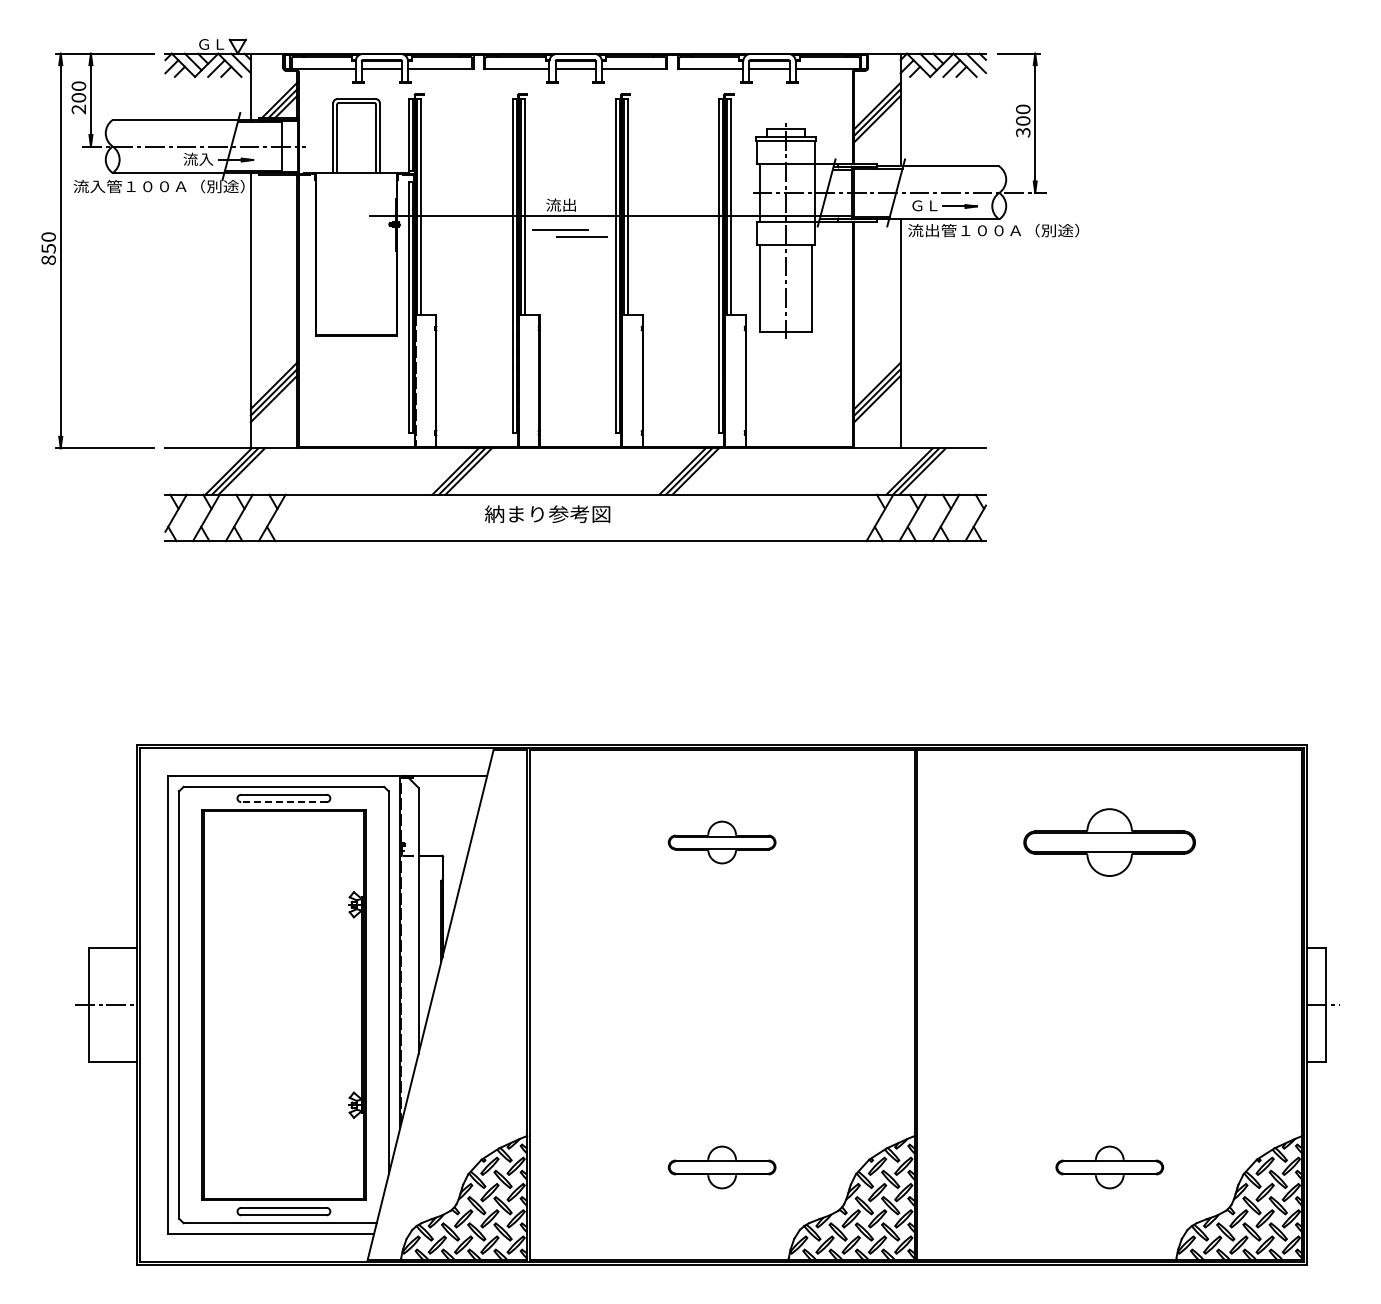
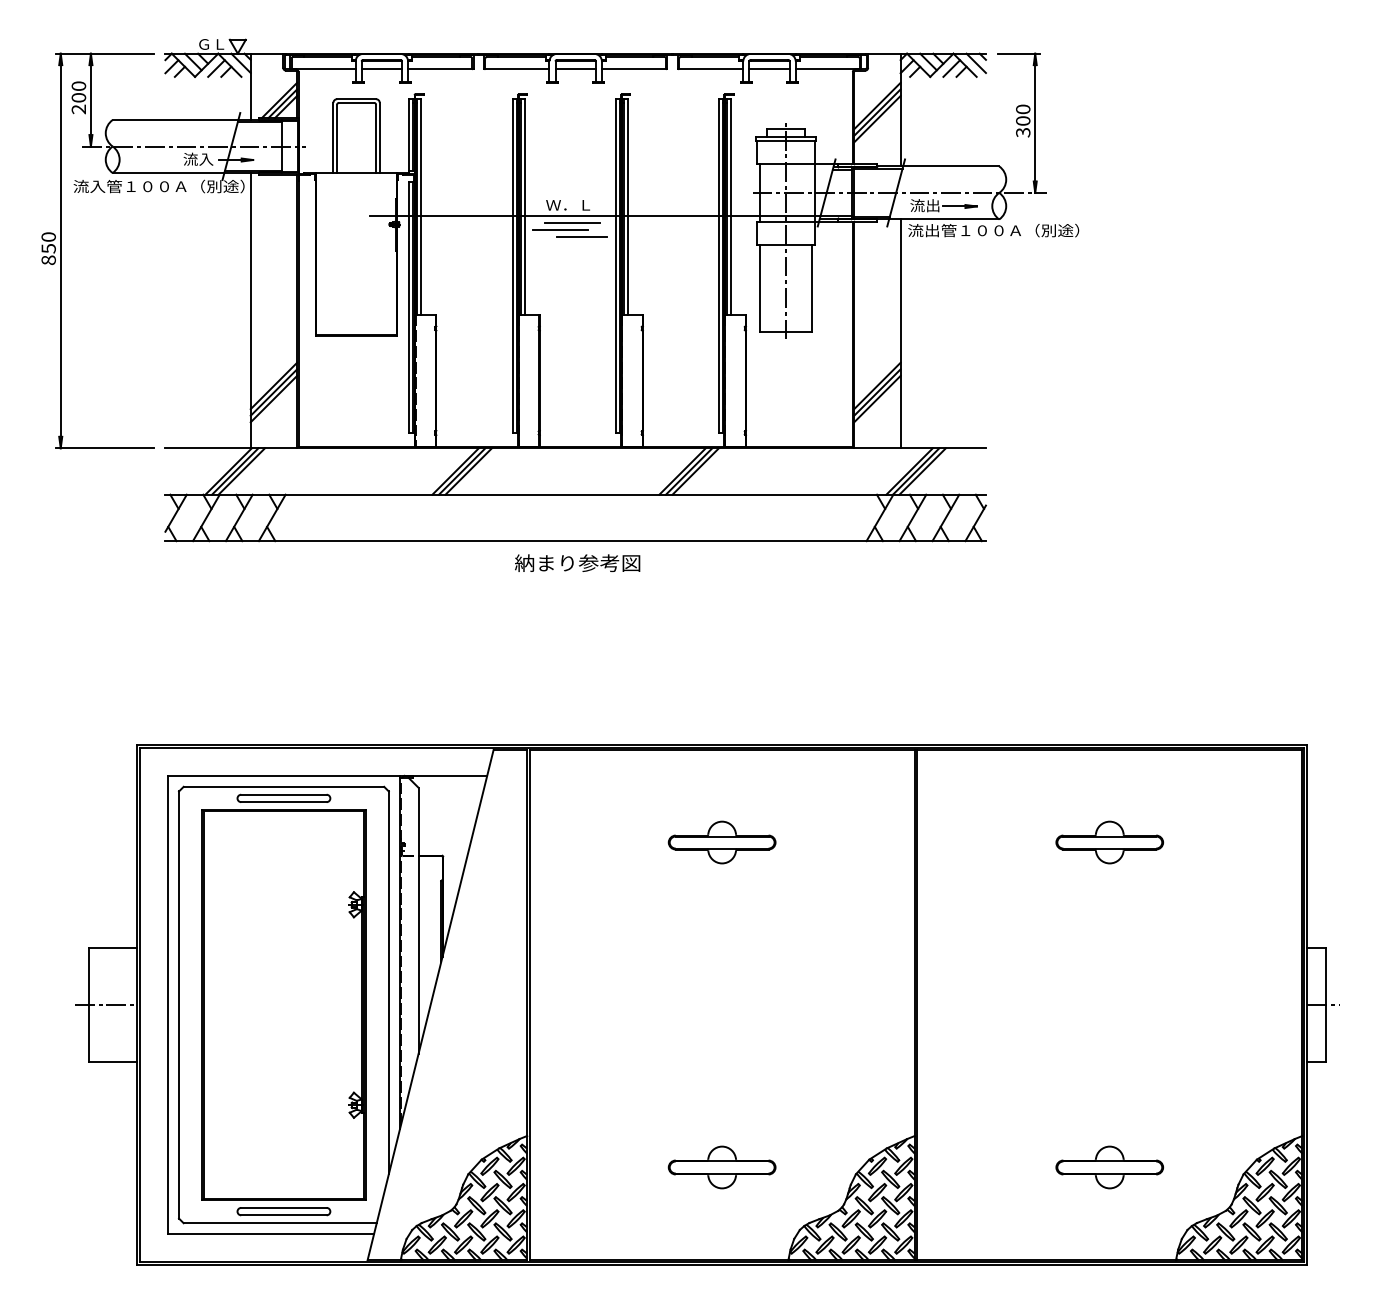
text at (568, 204): 流出 -> Ｗ．Ｌ
text at (924, 205): ＧＬ -> 流出
line at (571, 222): none -> present
text at (547, 513) position: (547, 513) -> (577, 562)
line at (283, 802): dashed -> solid
part at (1109, 842) size: 173x69 px -> 110x45 px
